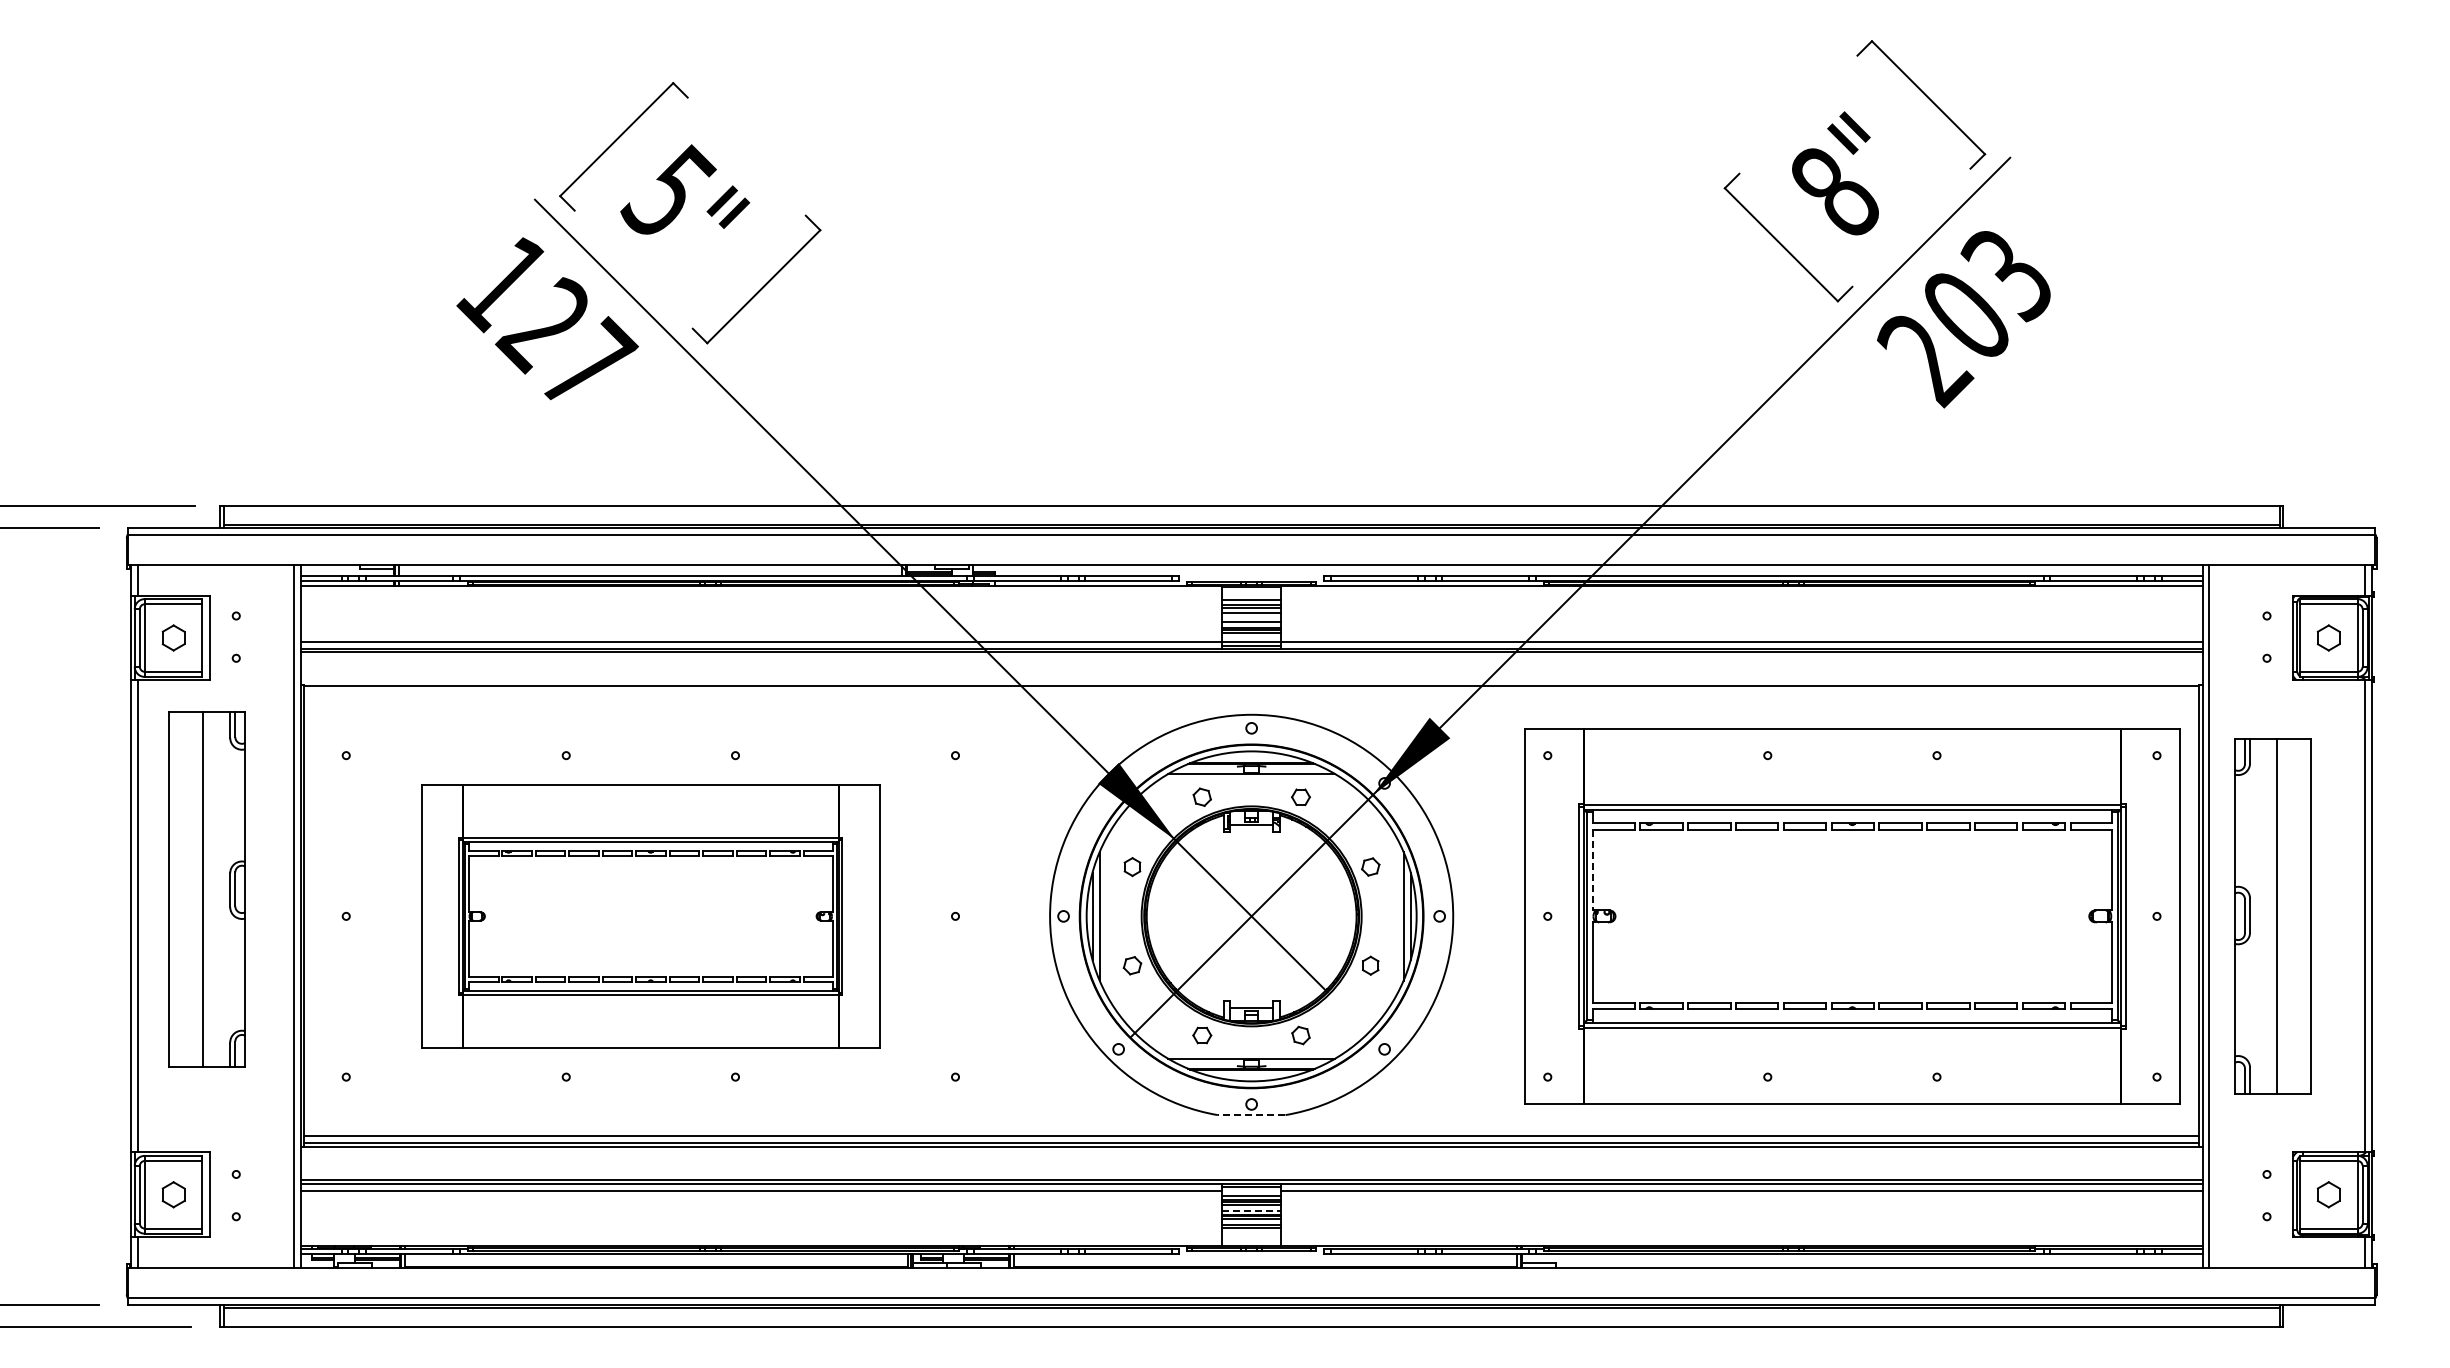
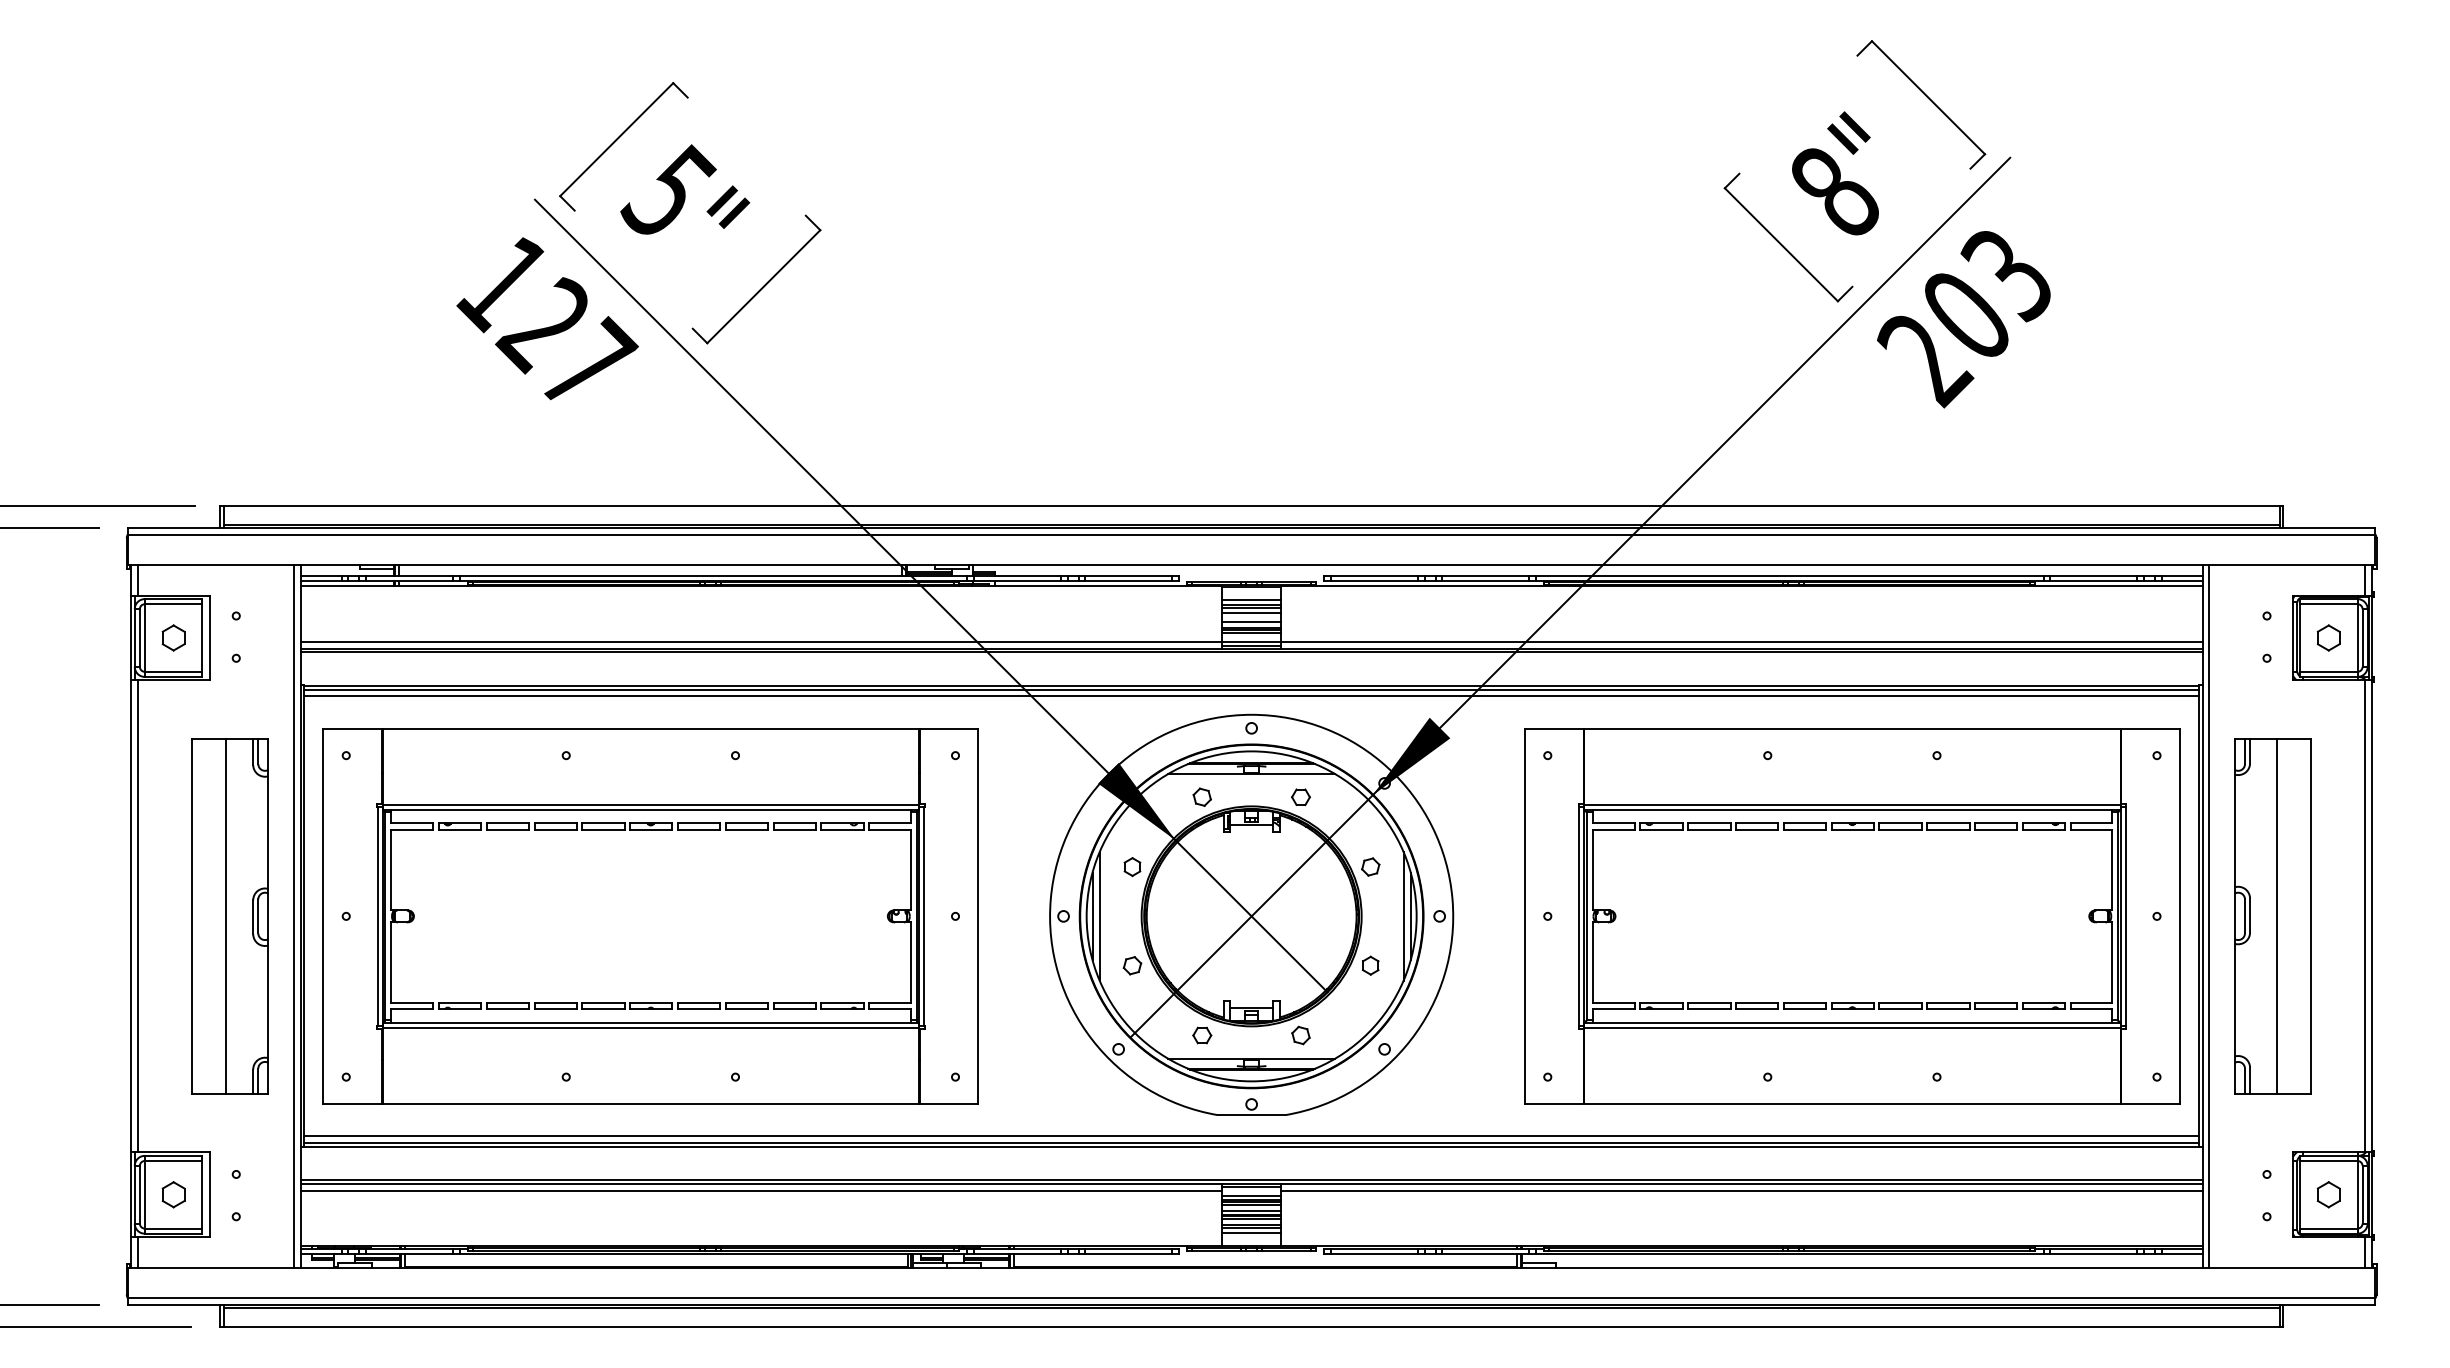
line at (1251, 689): none -> present
line at (1251, 696): none -> present
line at (1592, 870): dashed -> solid
part at (206, 889) position: (206, 889) -> (229, 916)
part at (650, 916) size: 460x265 px -> 657x377 px
line at (1251, 1115): dashed -> solid
line at (1251, 1210): dashed -> solid
line at (1251, 1232): none -> present
